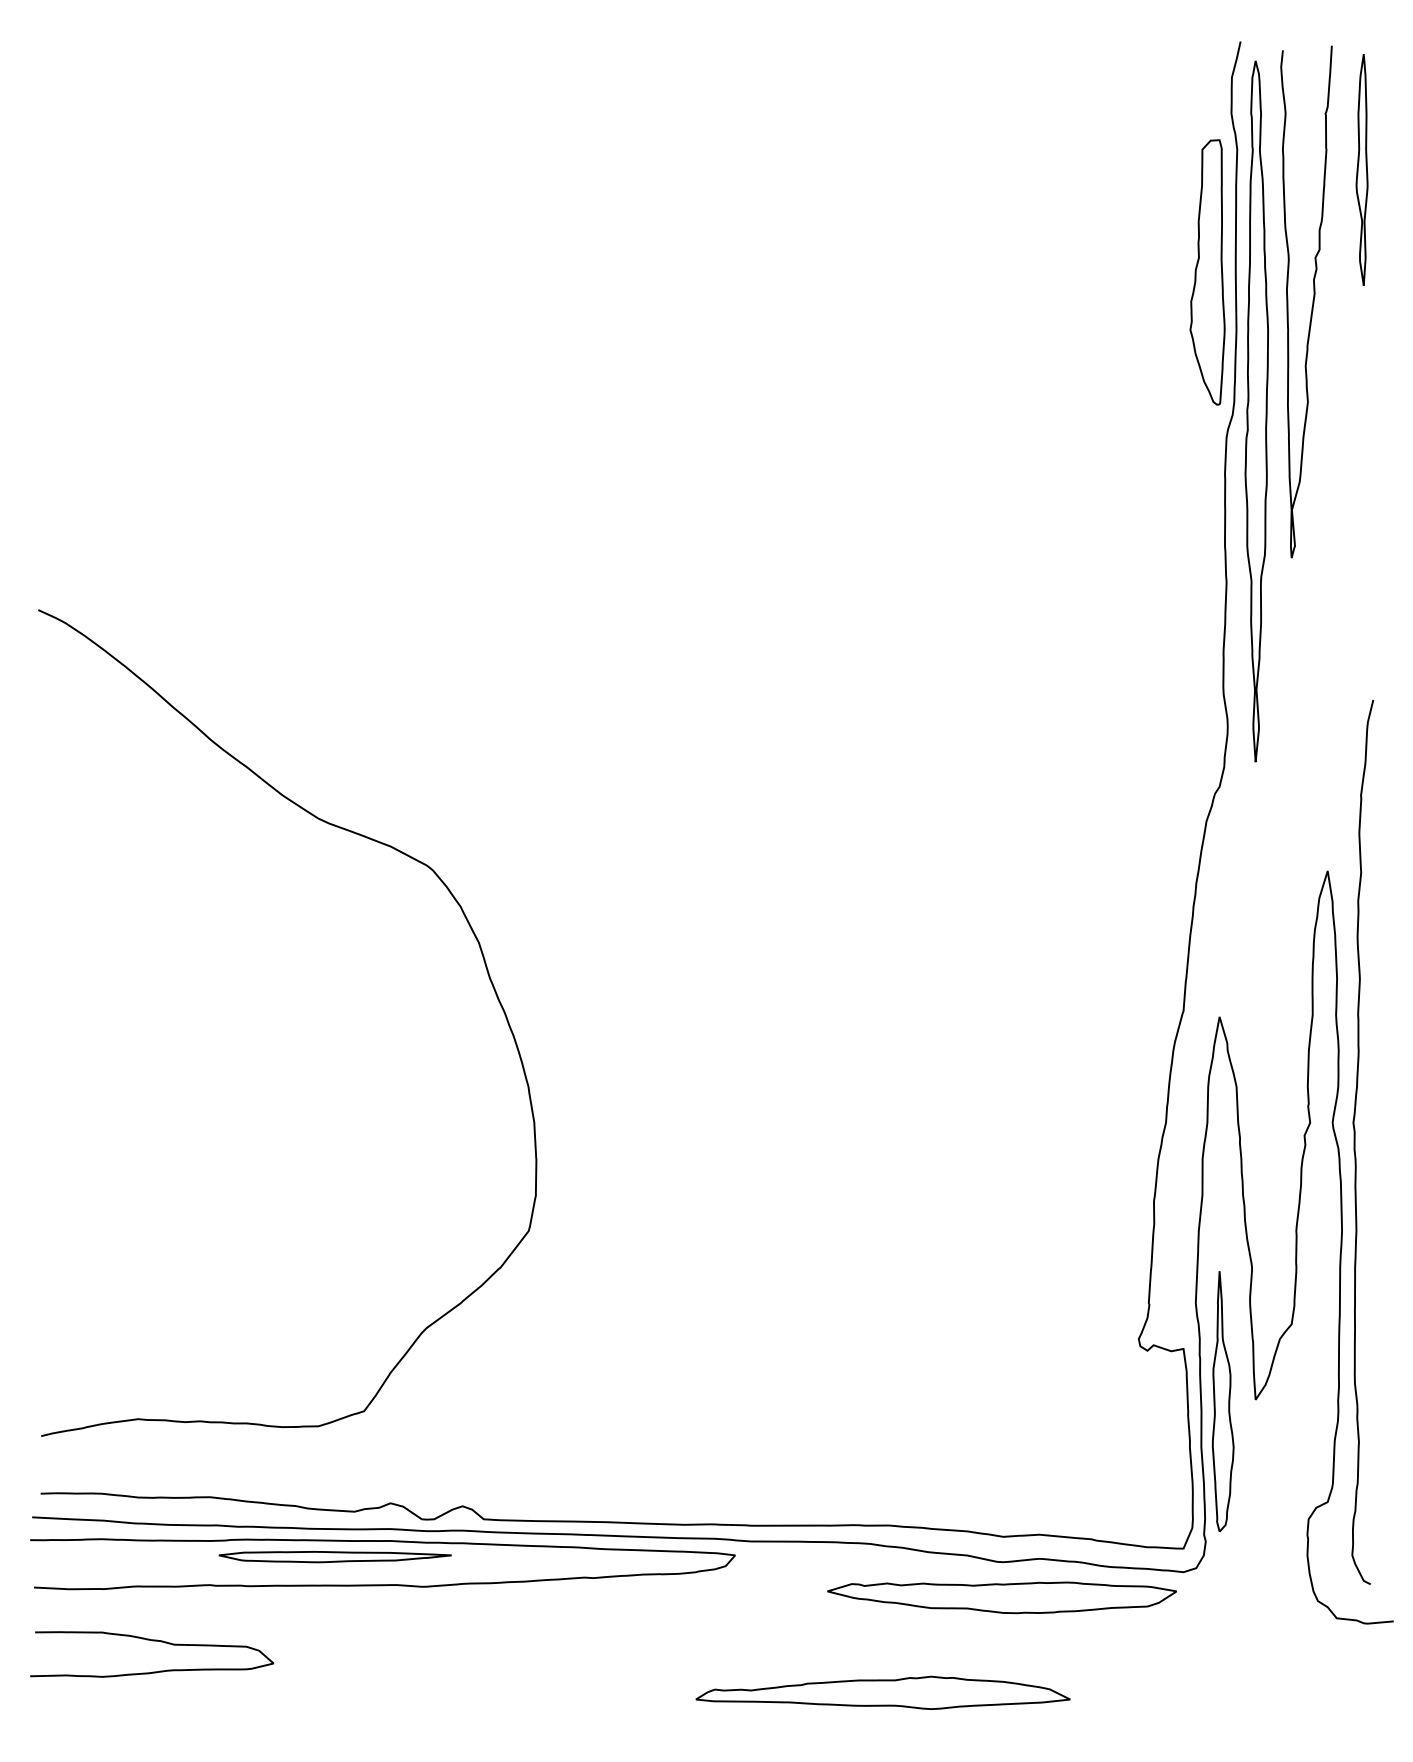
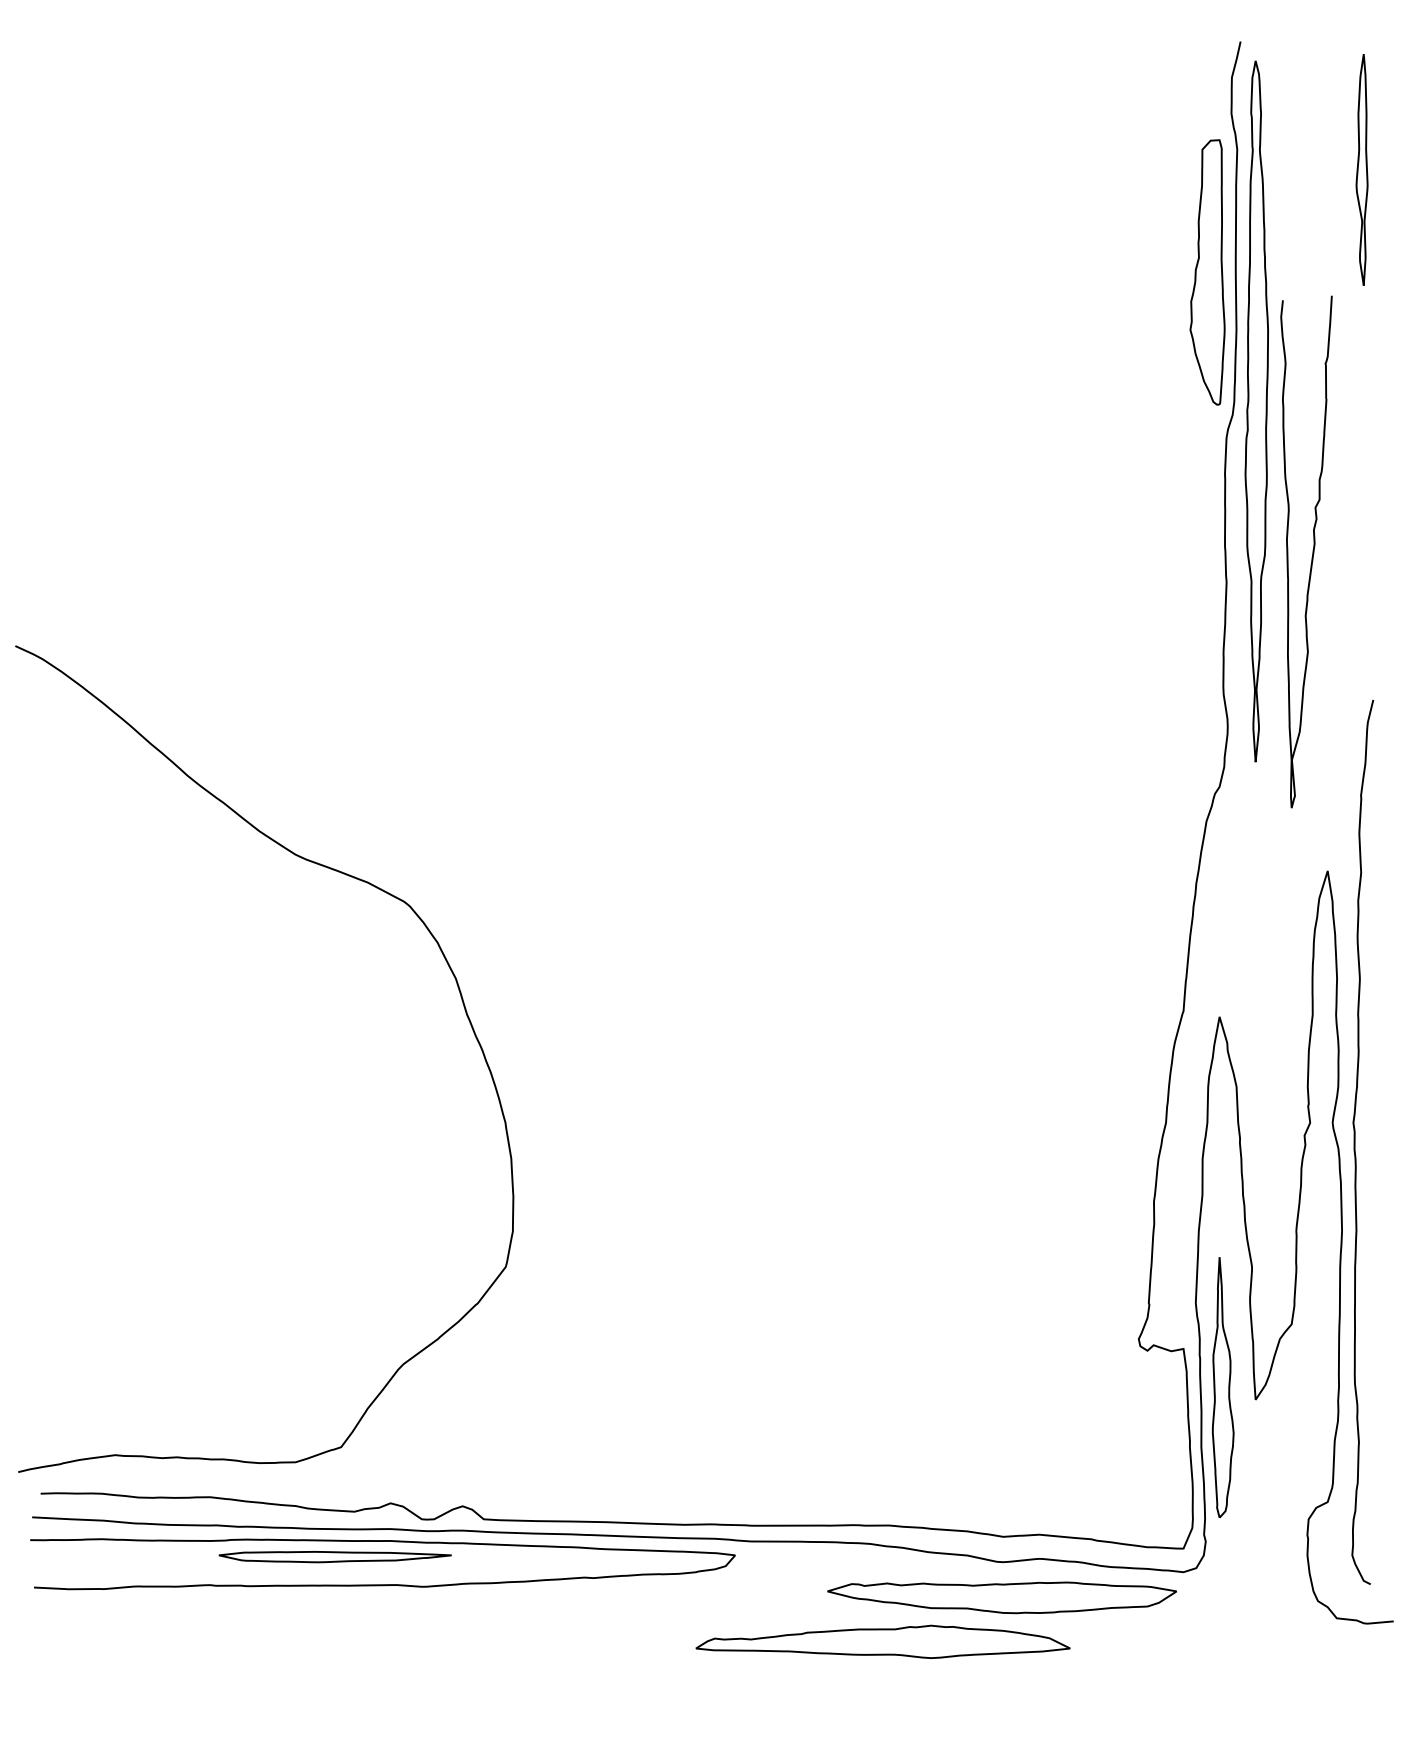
curve at (1312, 301) position: (1312, 301) -> (1312, 551)
curve at (355, 834) position: (355, 834) -> (332, 870)
part at (1222, 1401) position: (1222, 1401) -> (1222, 1387)
curve at (152, 1641): present -> none
part at (882, 1692) position: (882, 1692) -> (882, 1641)
